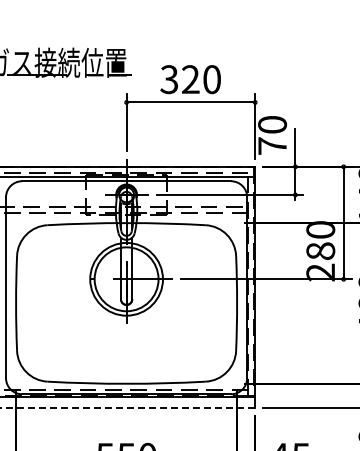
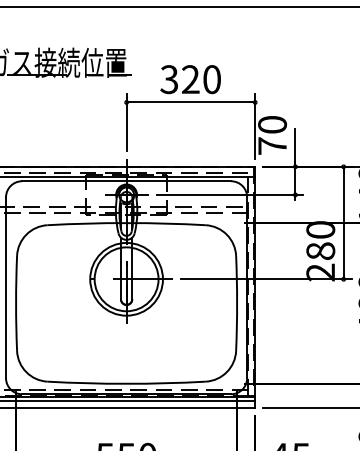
line at (179, 7): none -> present
line at (128, 401): none -> present
line at (127, 407): dashed -> solid
